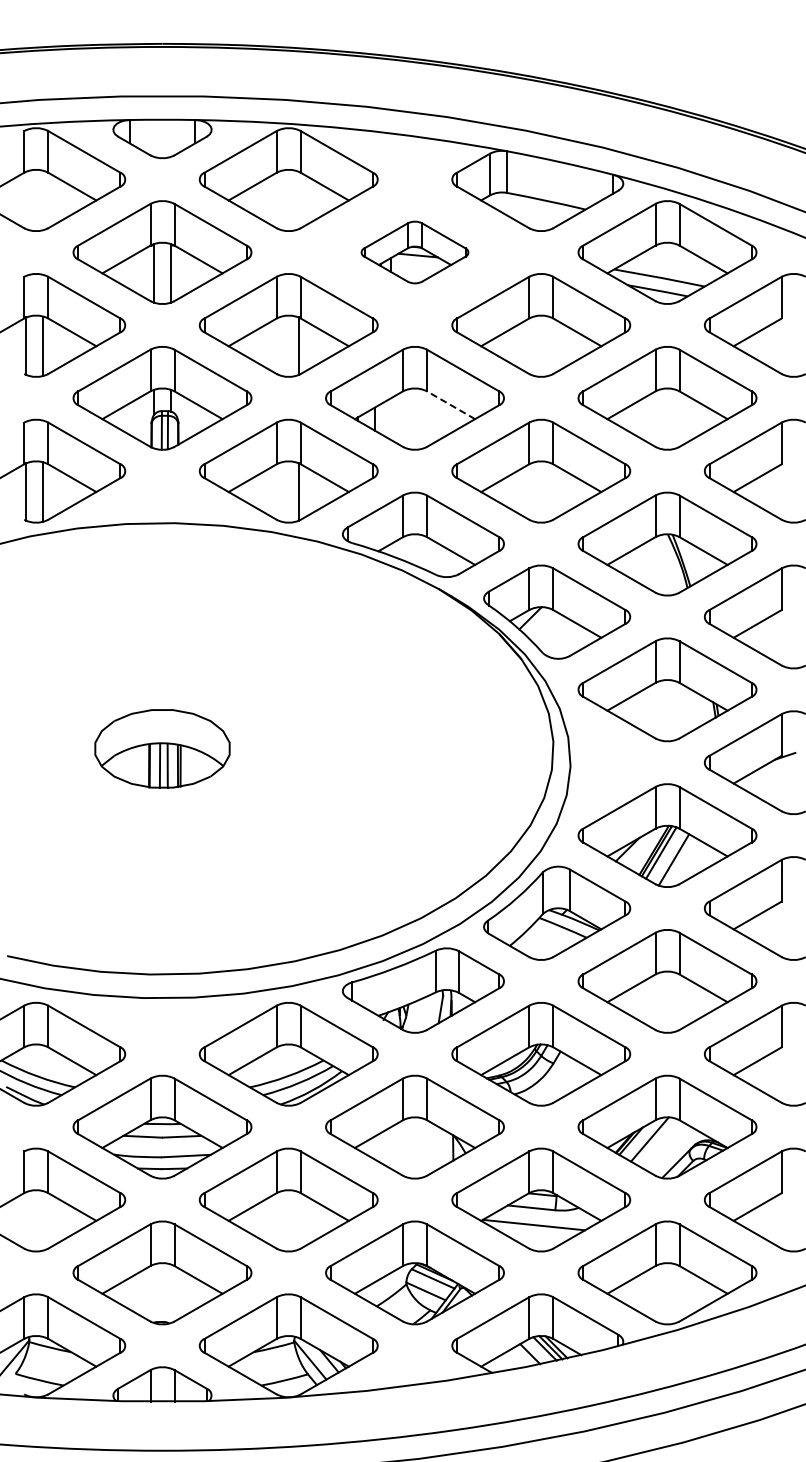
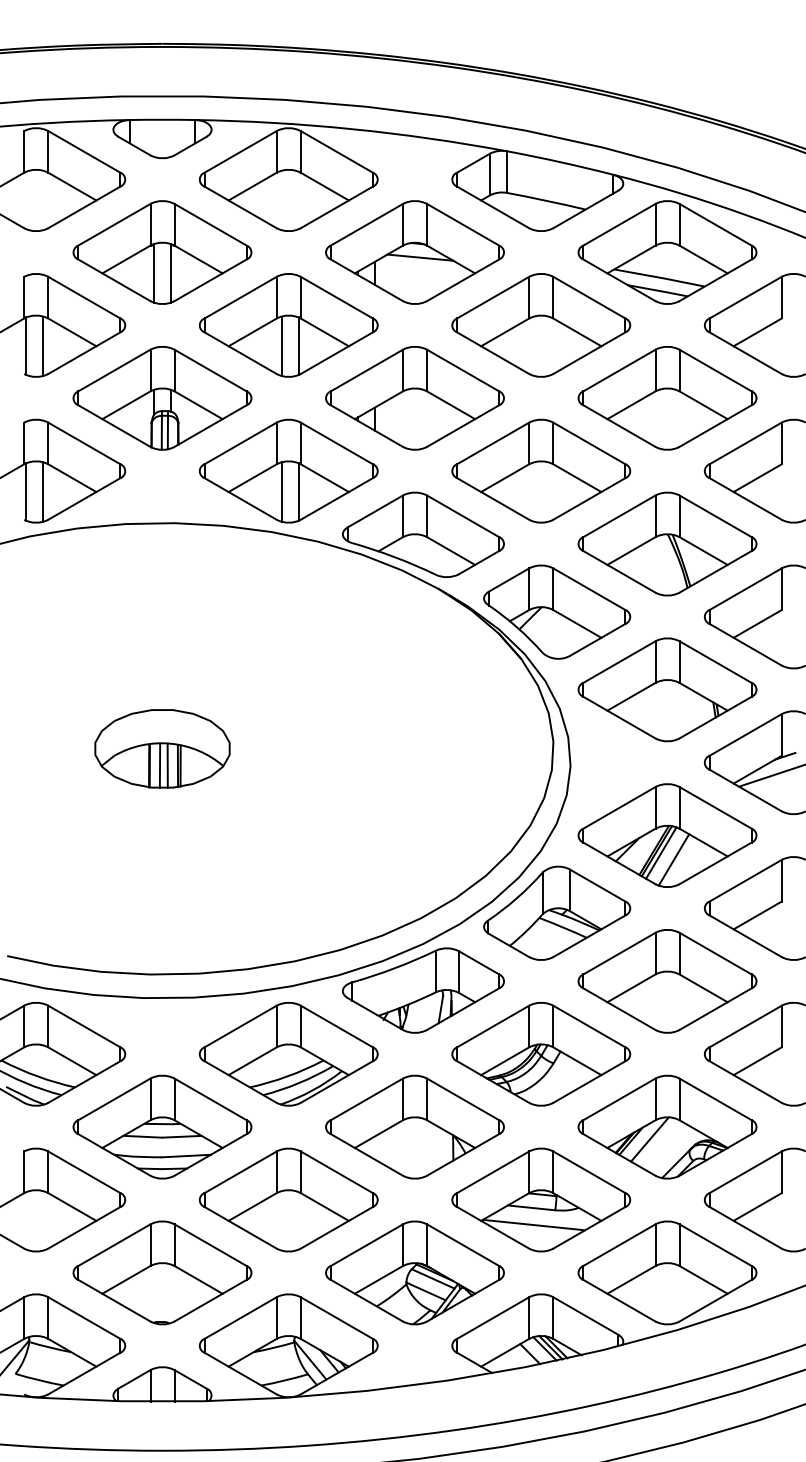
part at (414, 252) size: 110x65 px -> 180x105 px
line at (281, 345): none -> present
line at (451, 405): dashed -> solid
line at (281, 491): none -> present
line at (770, 775): none -> present
